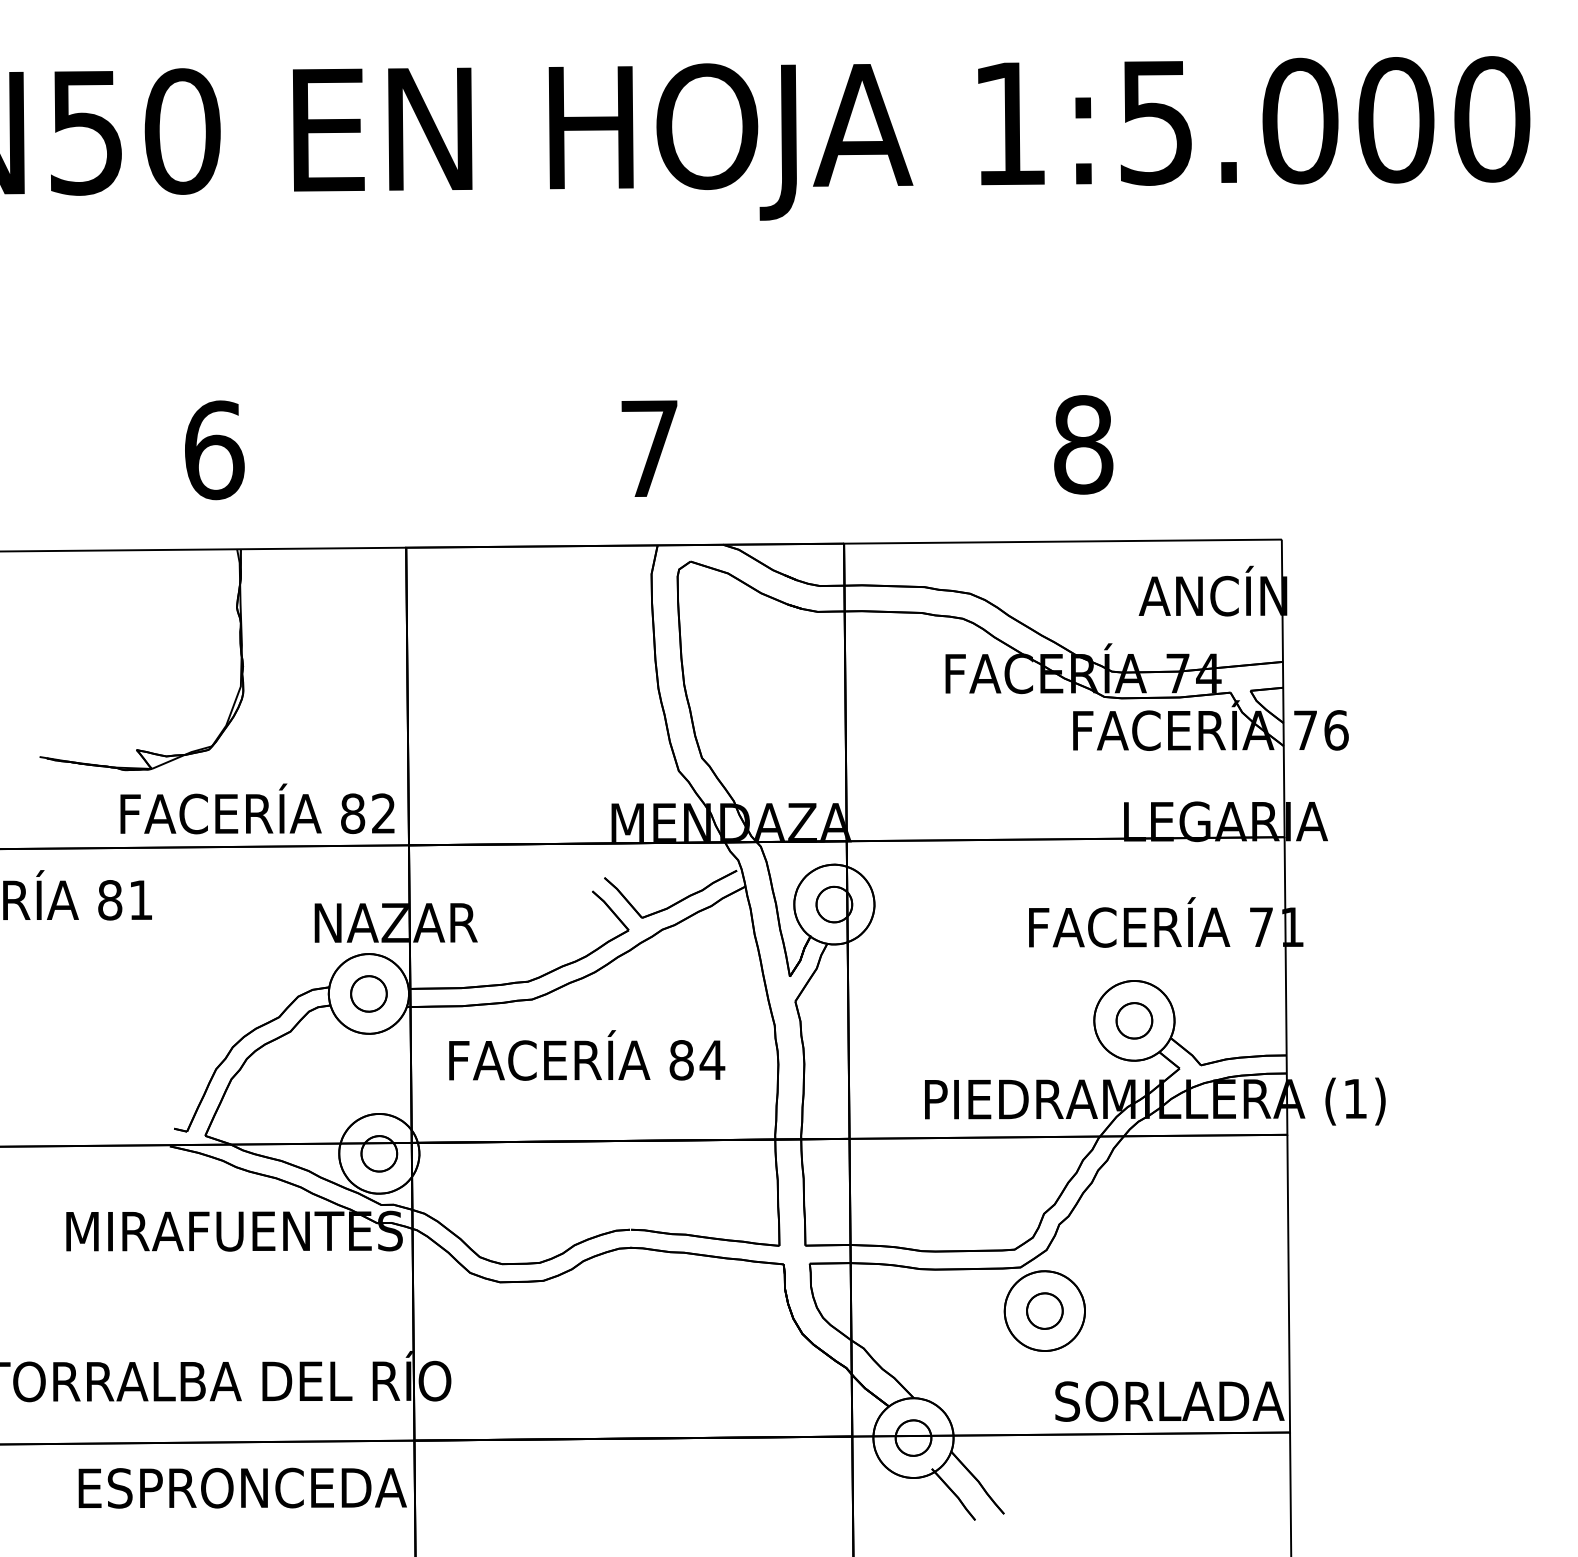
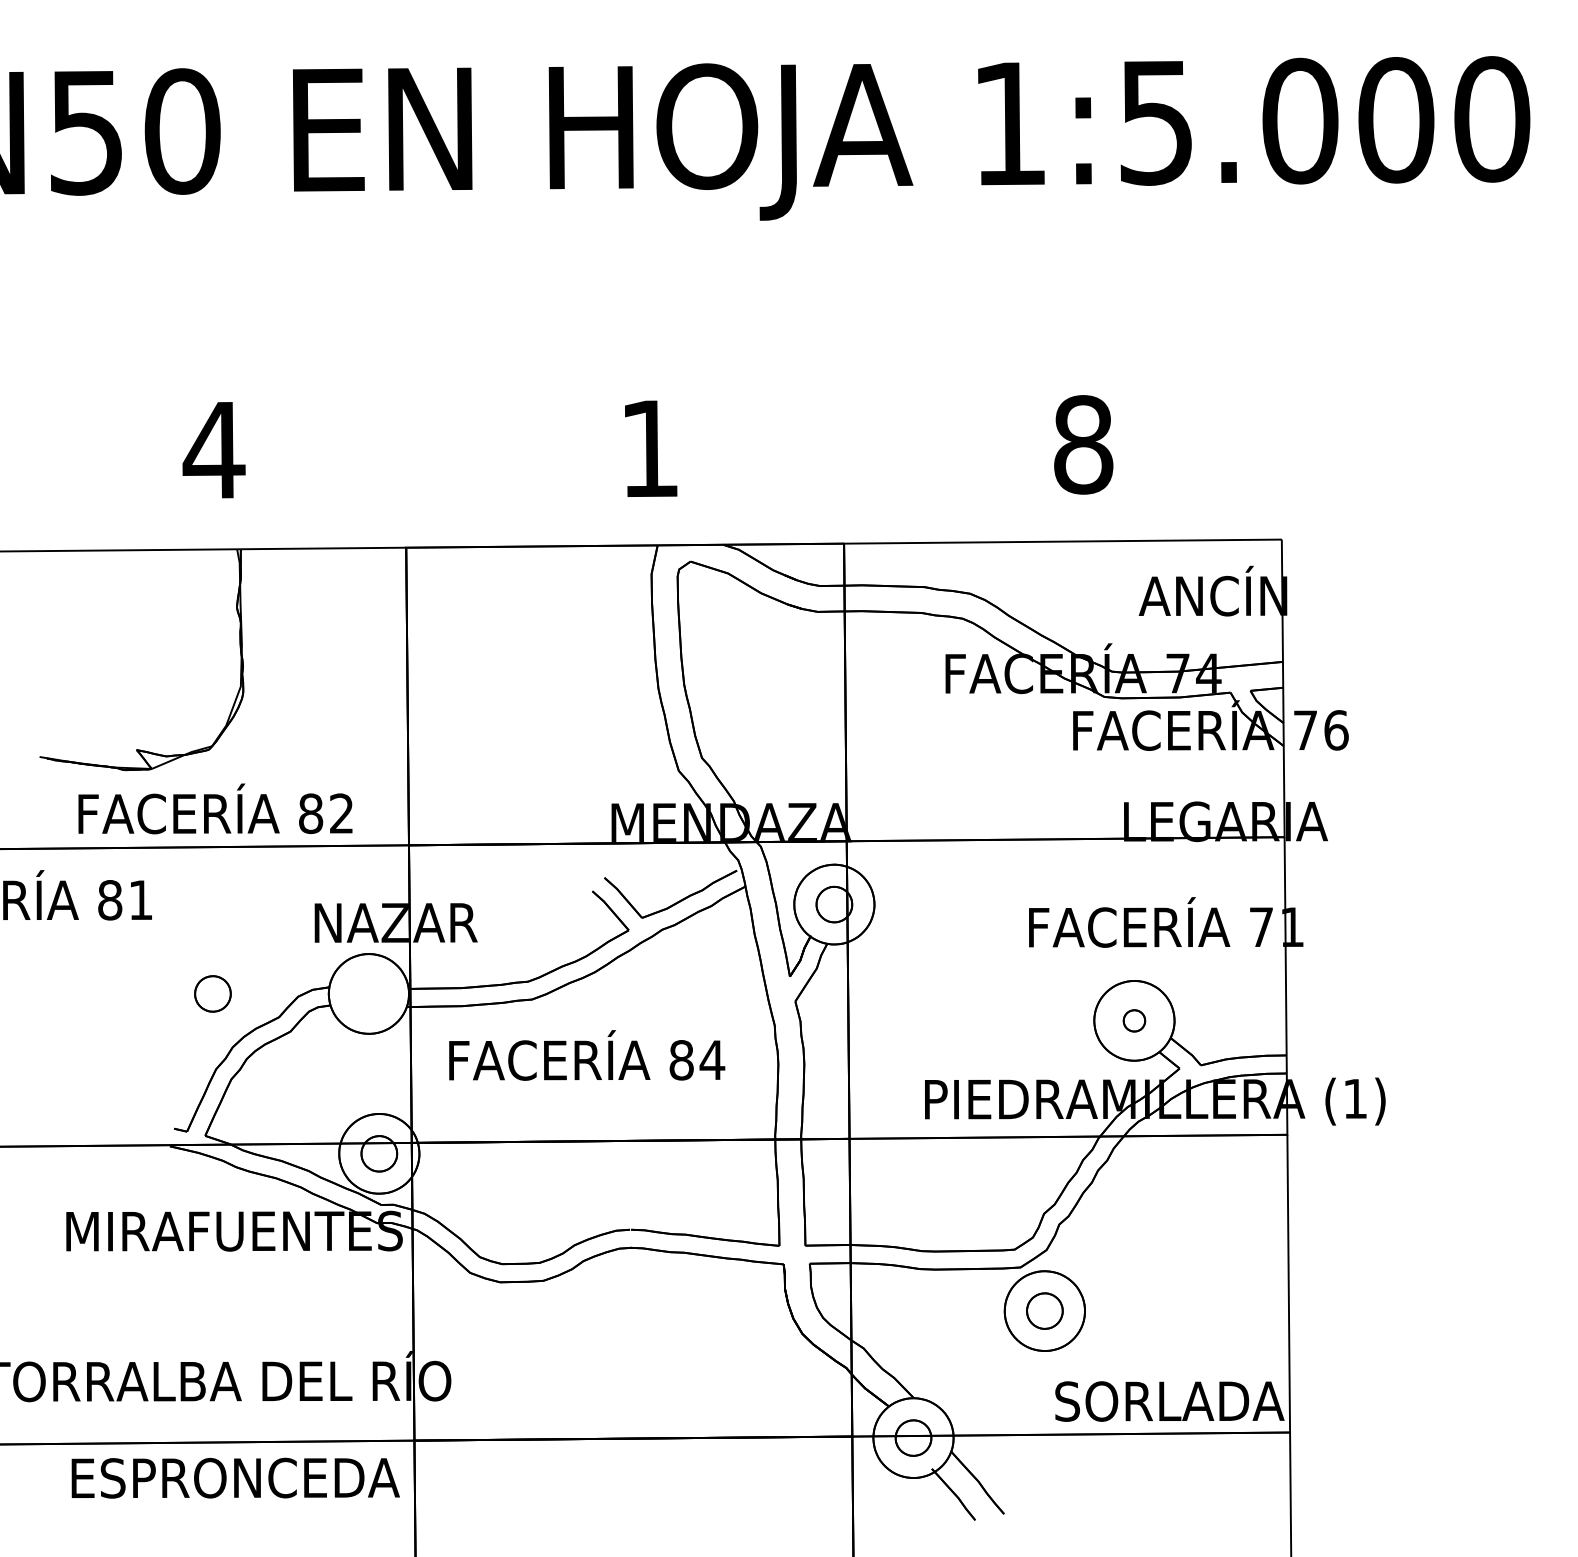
text at (649, 448): 7 -> 1
text at (213, 450): 6 -> 4
text at (257, 808) position: (257, 808) -> (215, 808)
part at (368, 993) position: (368, 993) -> (212, 993)
part at (1134, 1020) size: 39x38 px -> 25x24 px
text at (242, 1487) position: (242, 1487) -> (235, 1477)
